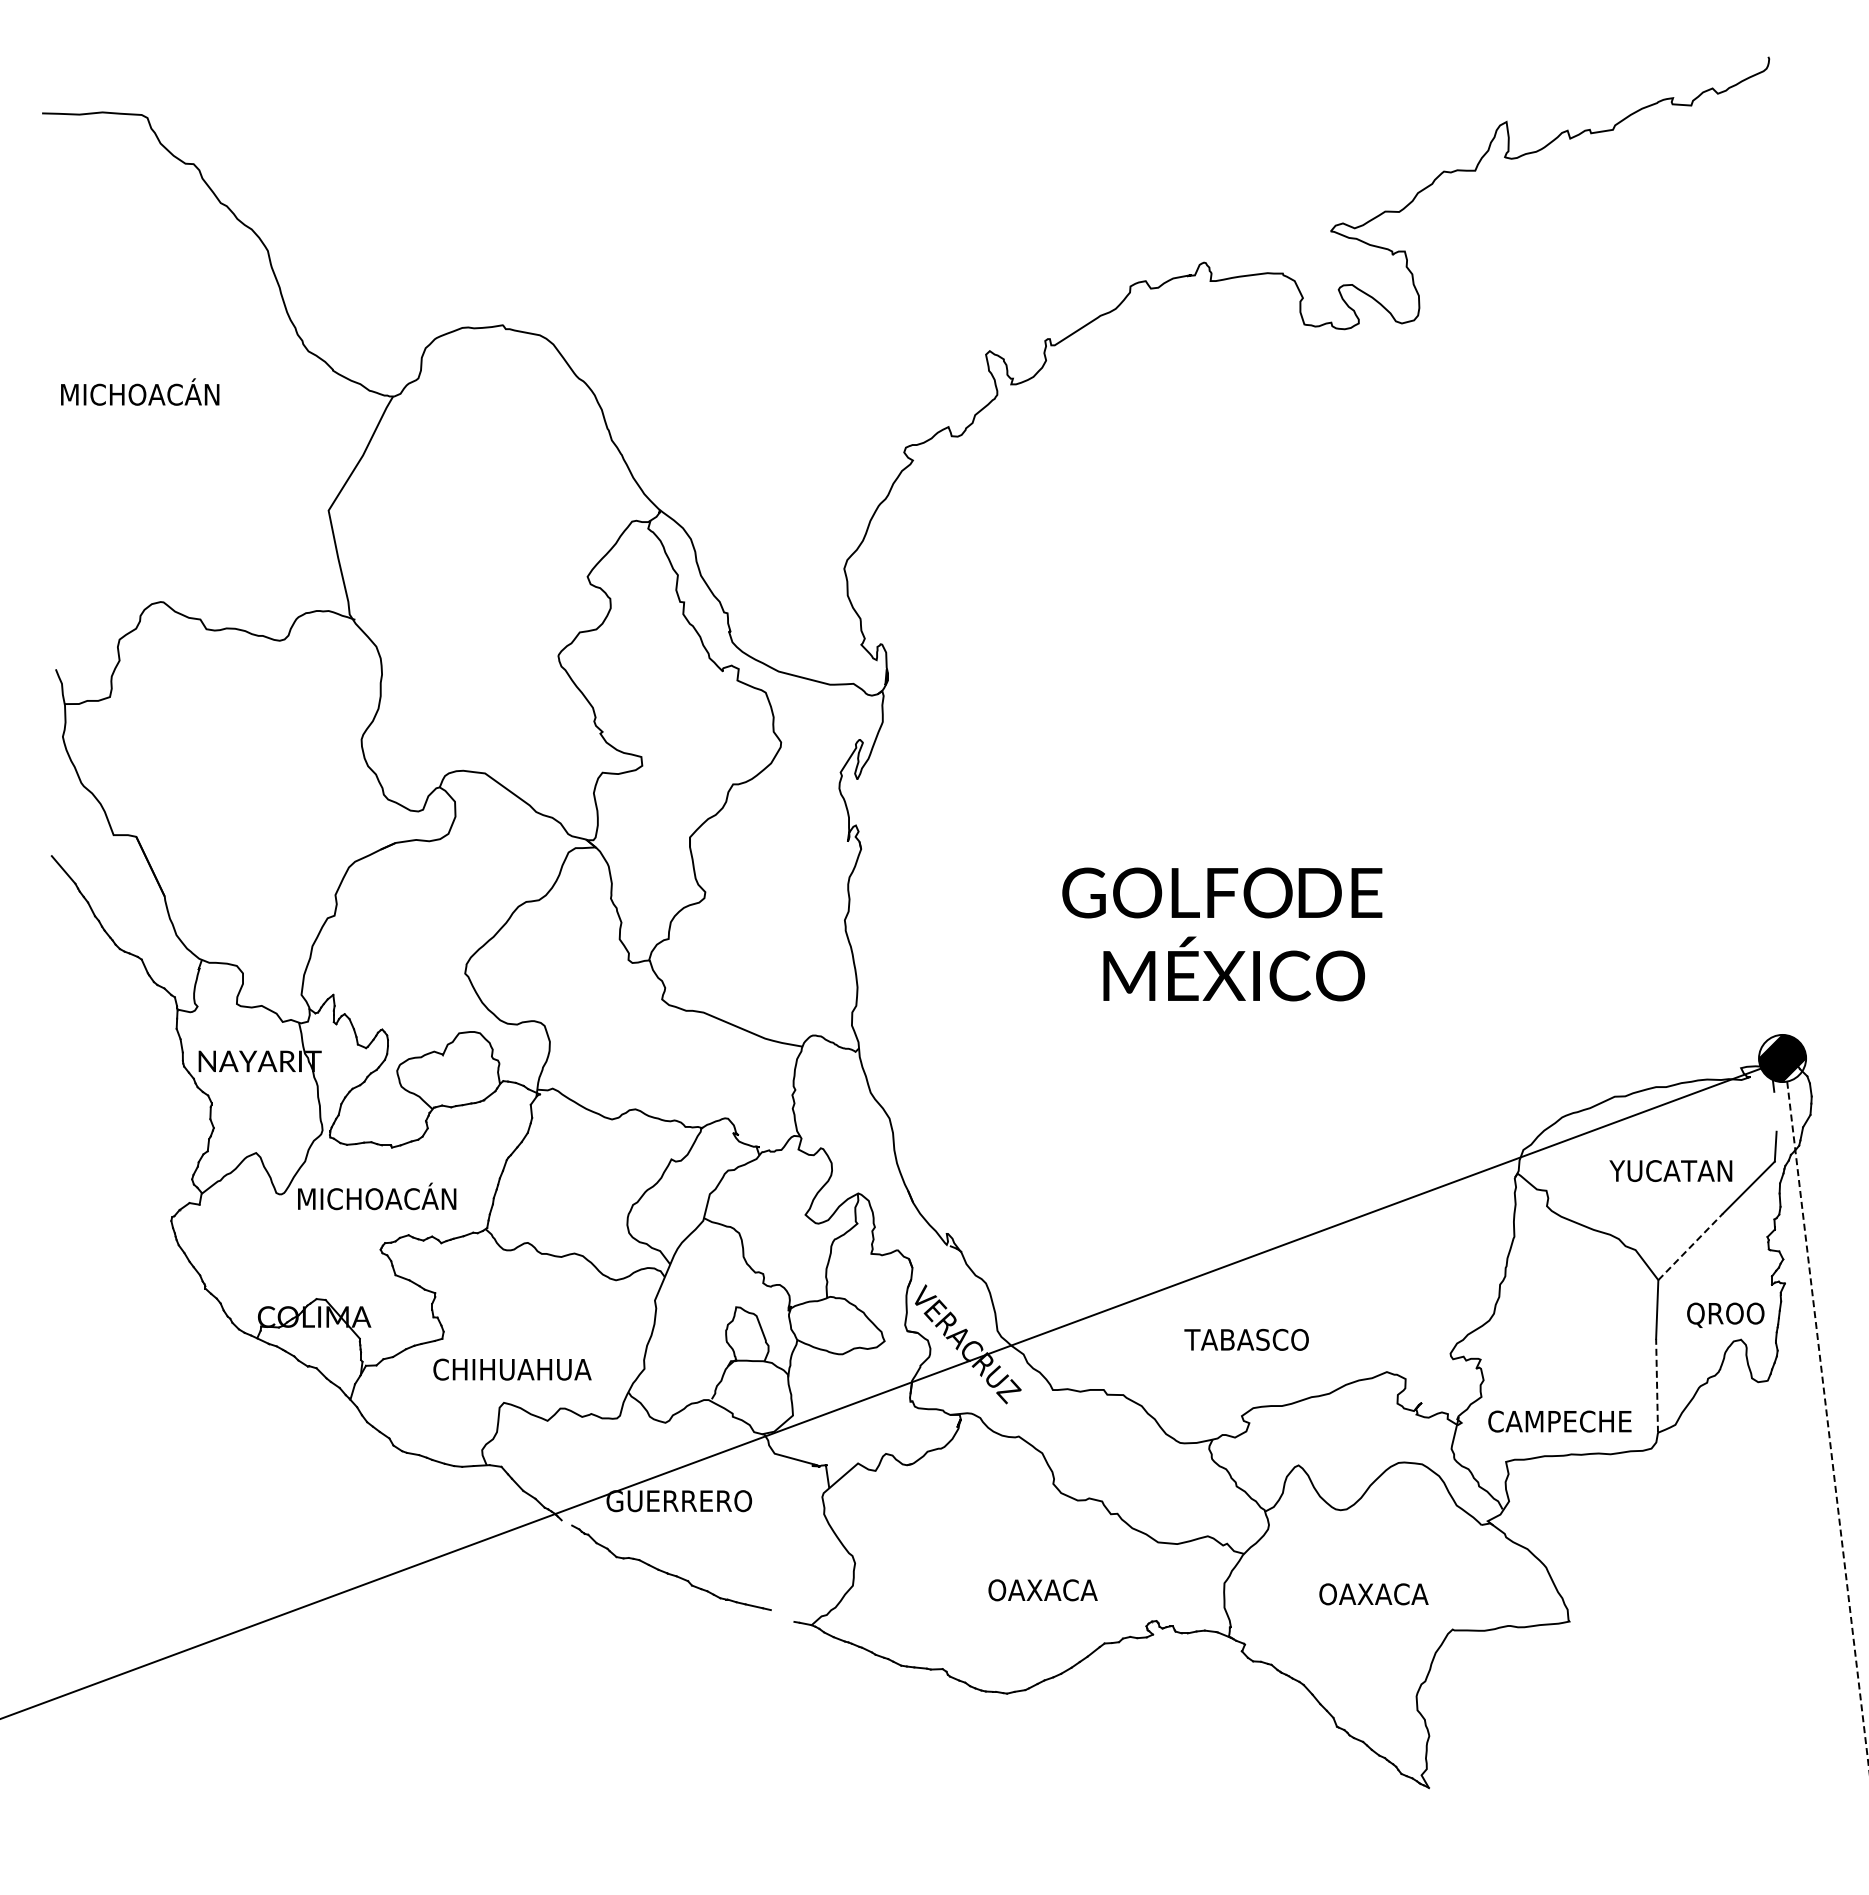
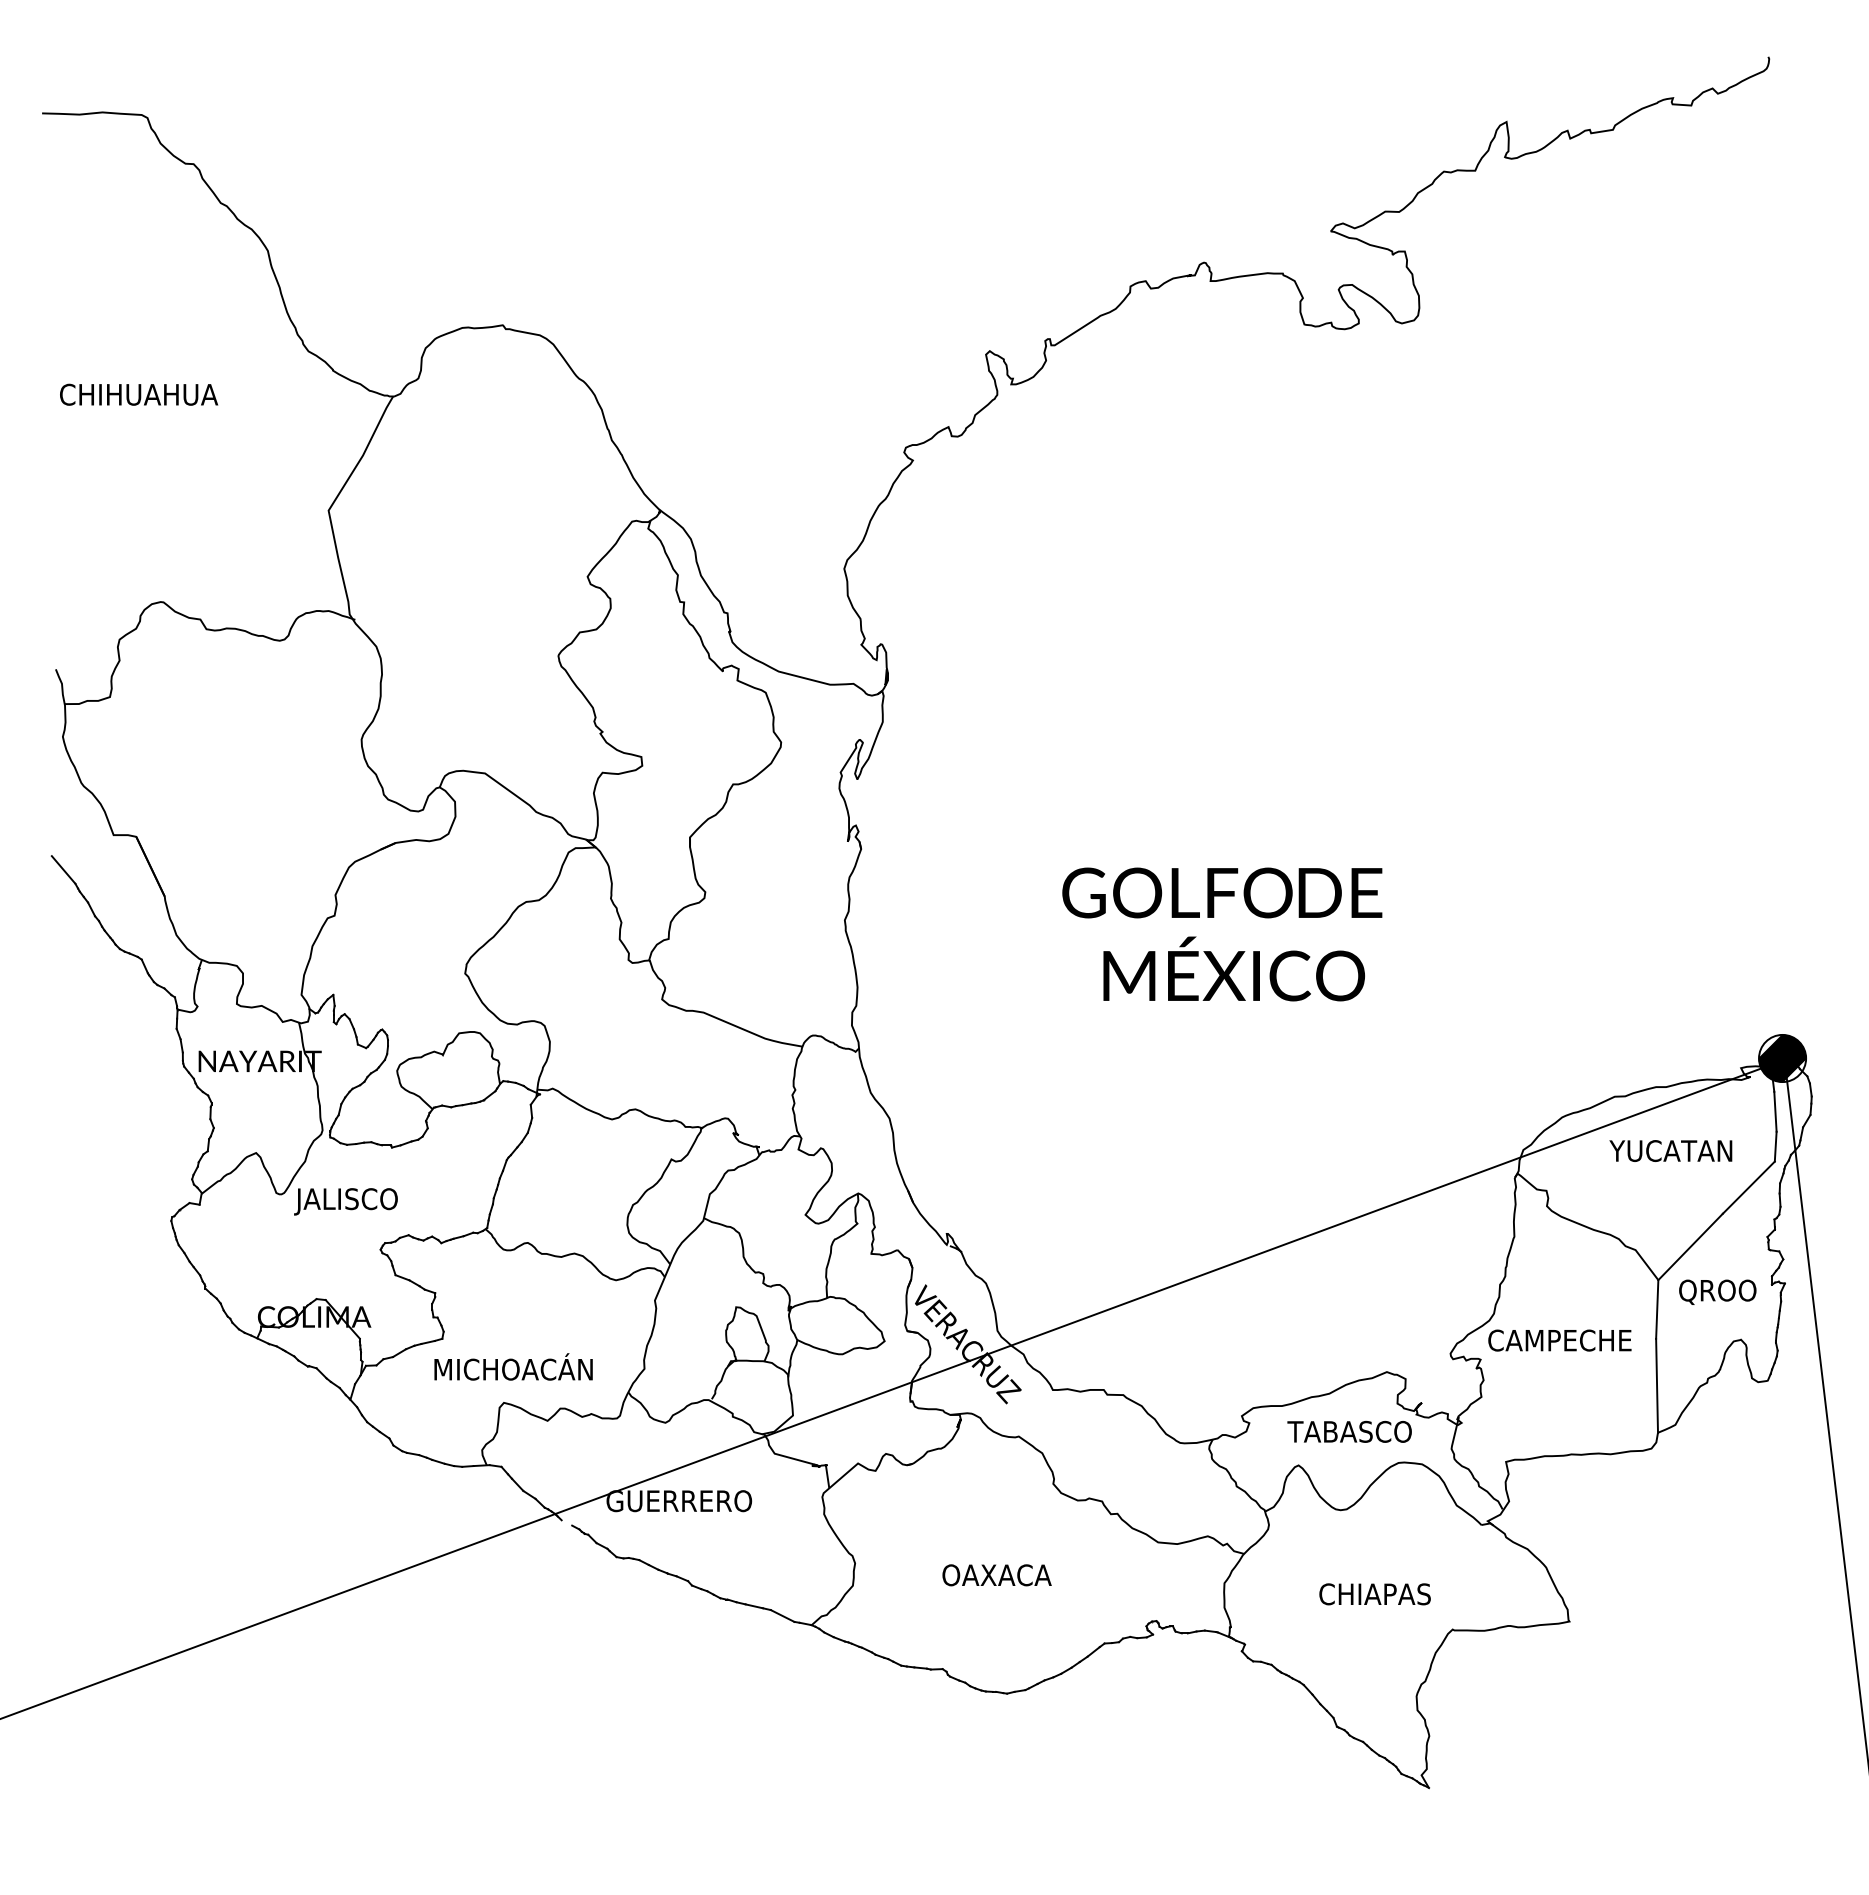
text at (139, 391): MICHOACÁN -> CHIHUAHUA
line at (1775, 1111): none -> present
text at (1670, 1170) position: (1670, 1170) -> (1670, 1150)
text at (375, 1198): MICHOACÁN -> JALISCO
line at (1690, 1246): dashed -> solid
text at (1725, 1314) position: (1725, 1314) -> (1717, 1291)
text at (1246, 1339) position: (1246, 1339) -> (1349, 1431)
text at (512, 1366): CHIHUAHUA -> MICHOACÁN
line at (1657, 1385): dashed -> solid
line at (1826, 1414): dashed -> solid
text at (1559, 1421) position: (1559, 1421) -> (1559, 1340)
text at (1042, 1590) position: (1042, 1590) -> (996, 1575)
text at (1377, 1594): OAXACA -> CHIAPAS
line at (782, 1615): none -> present
